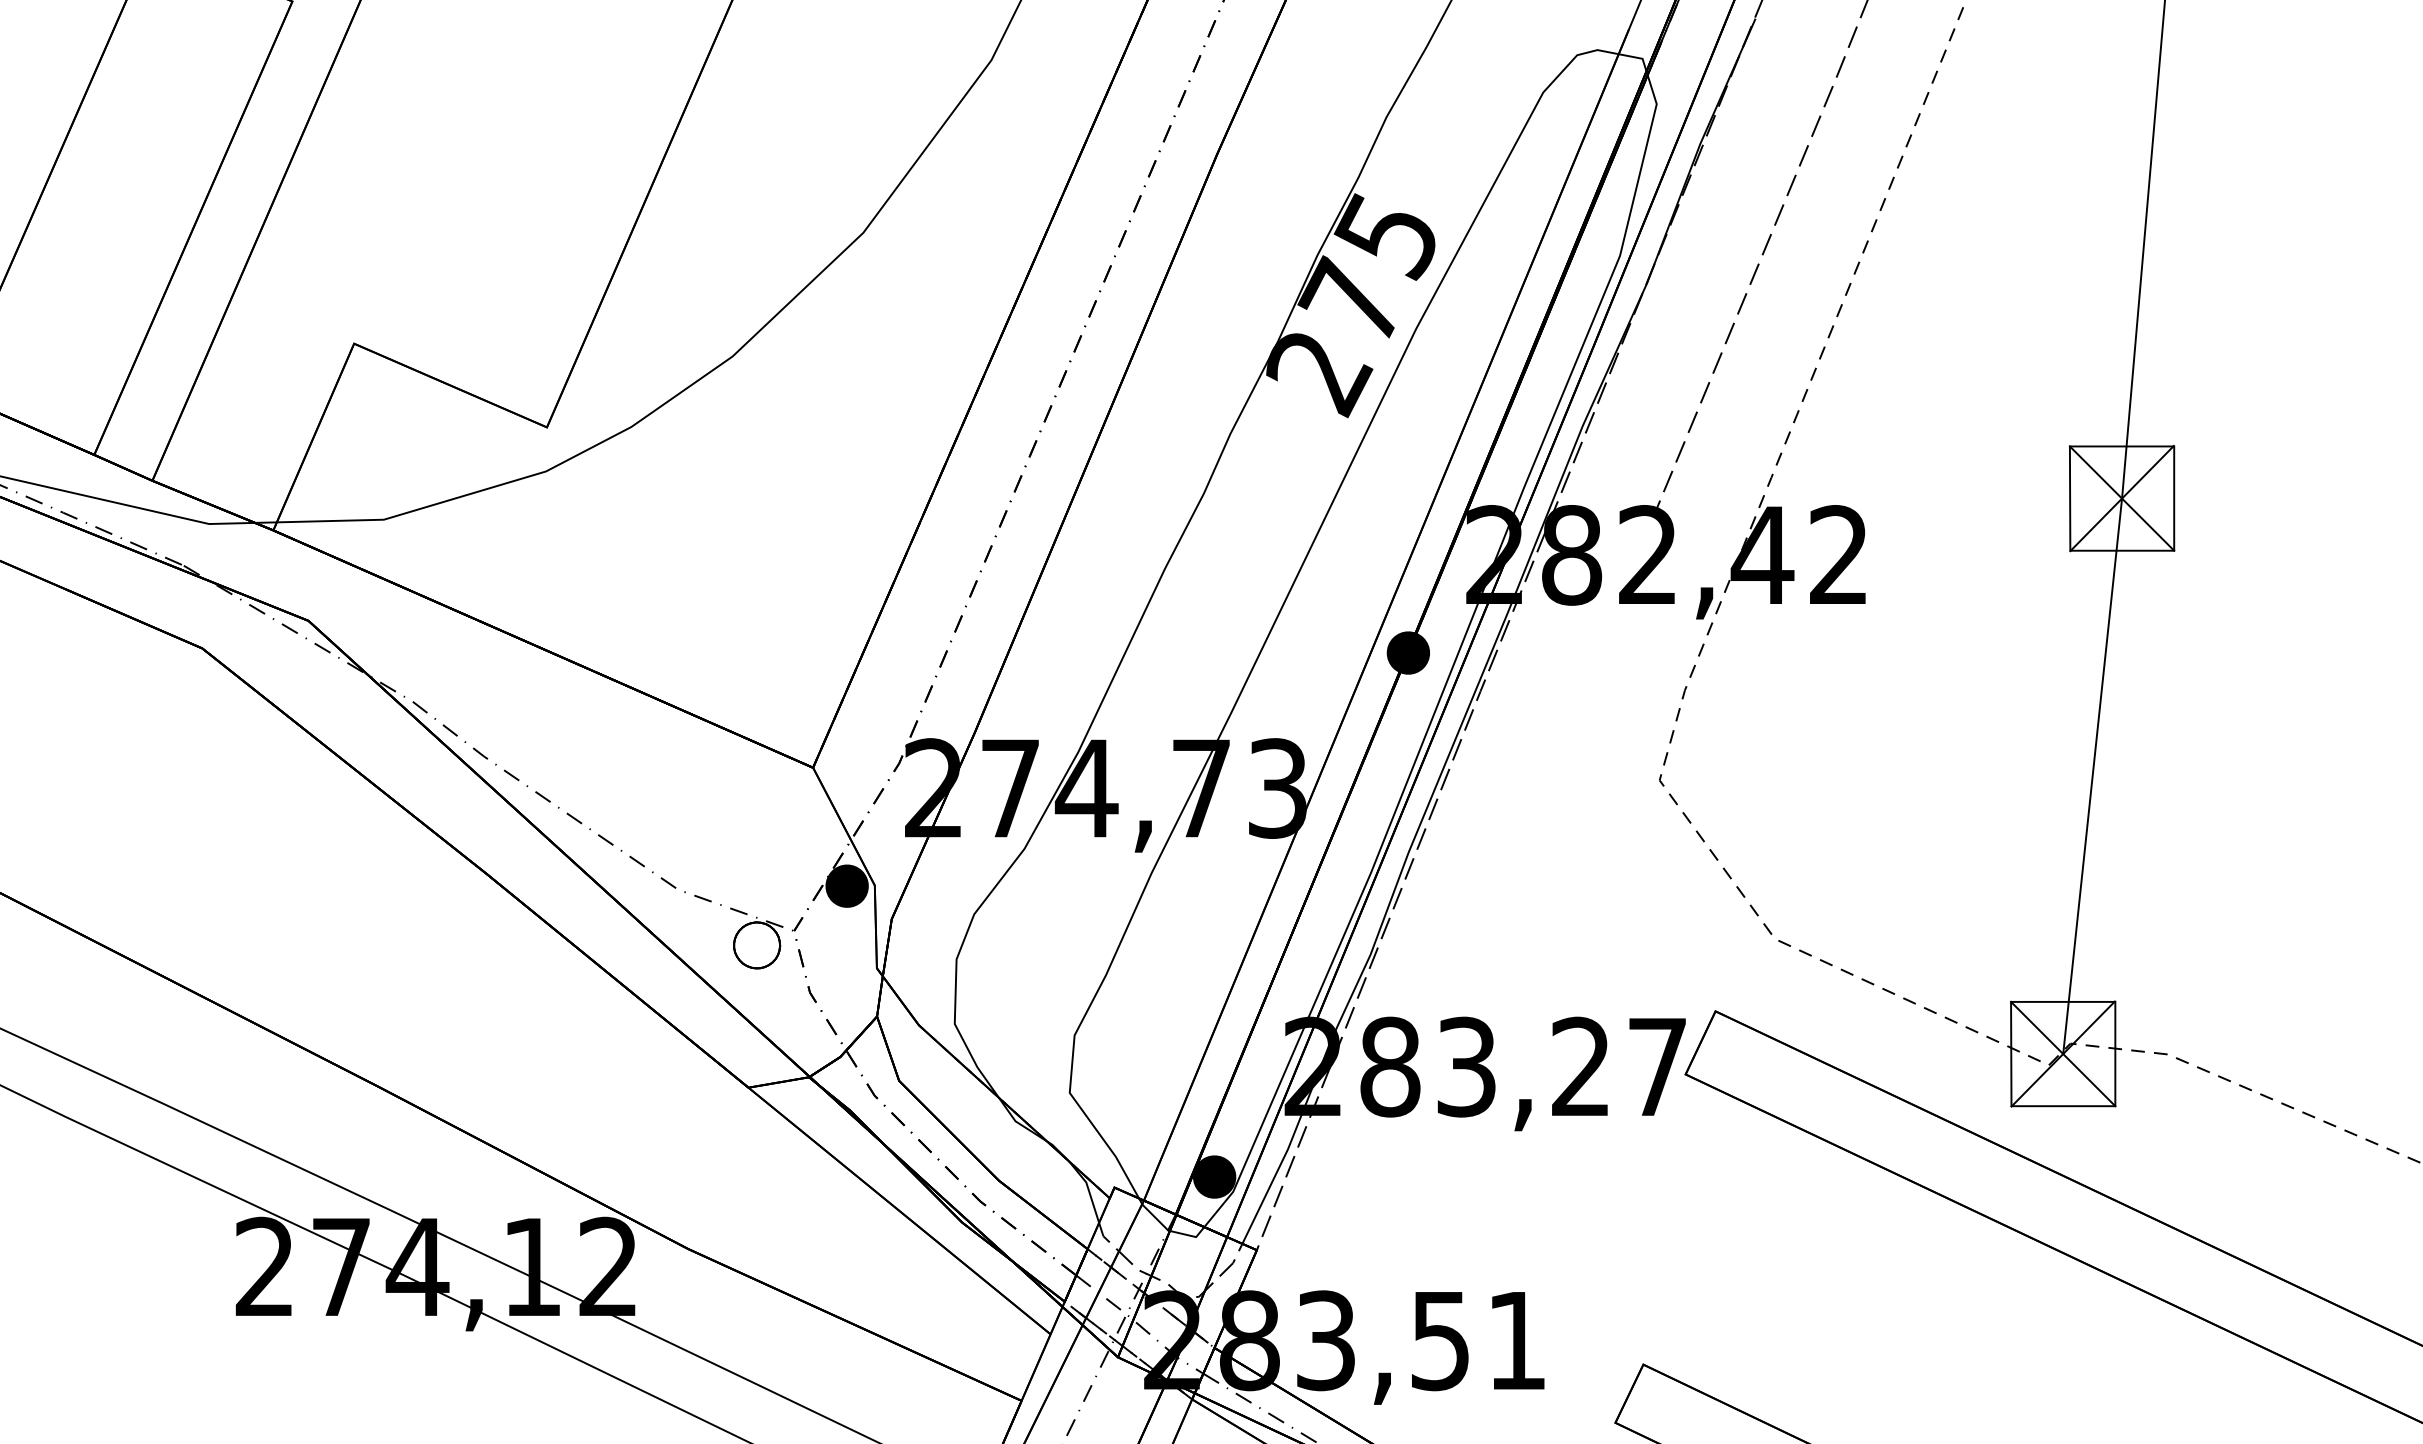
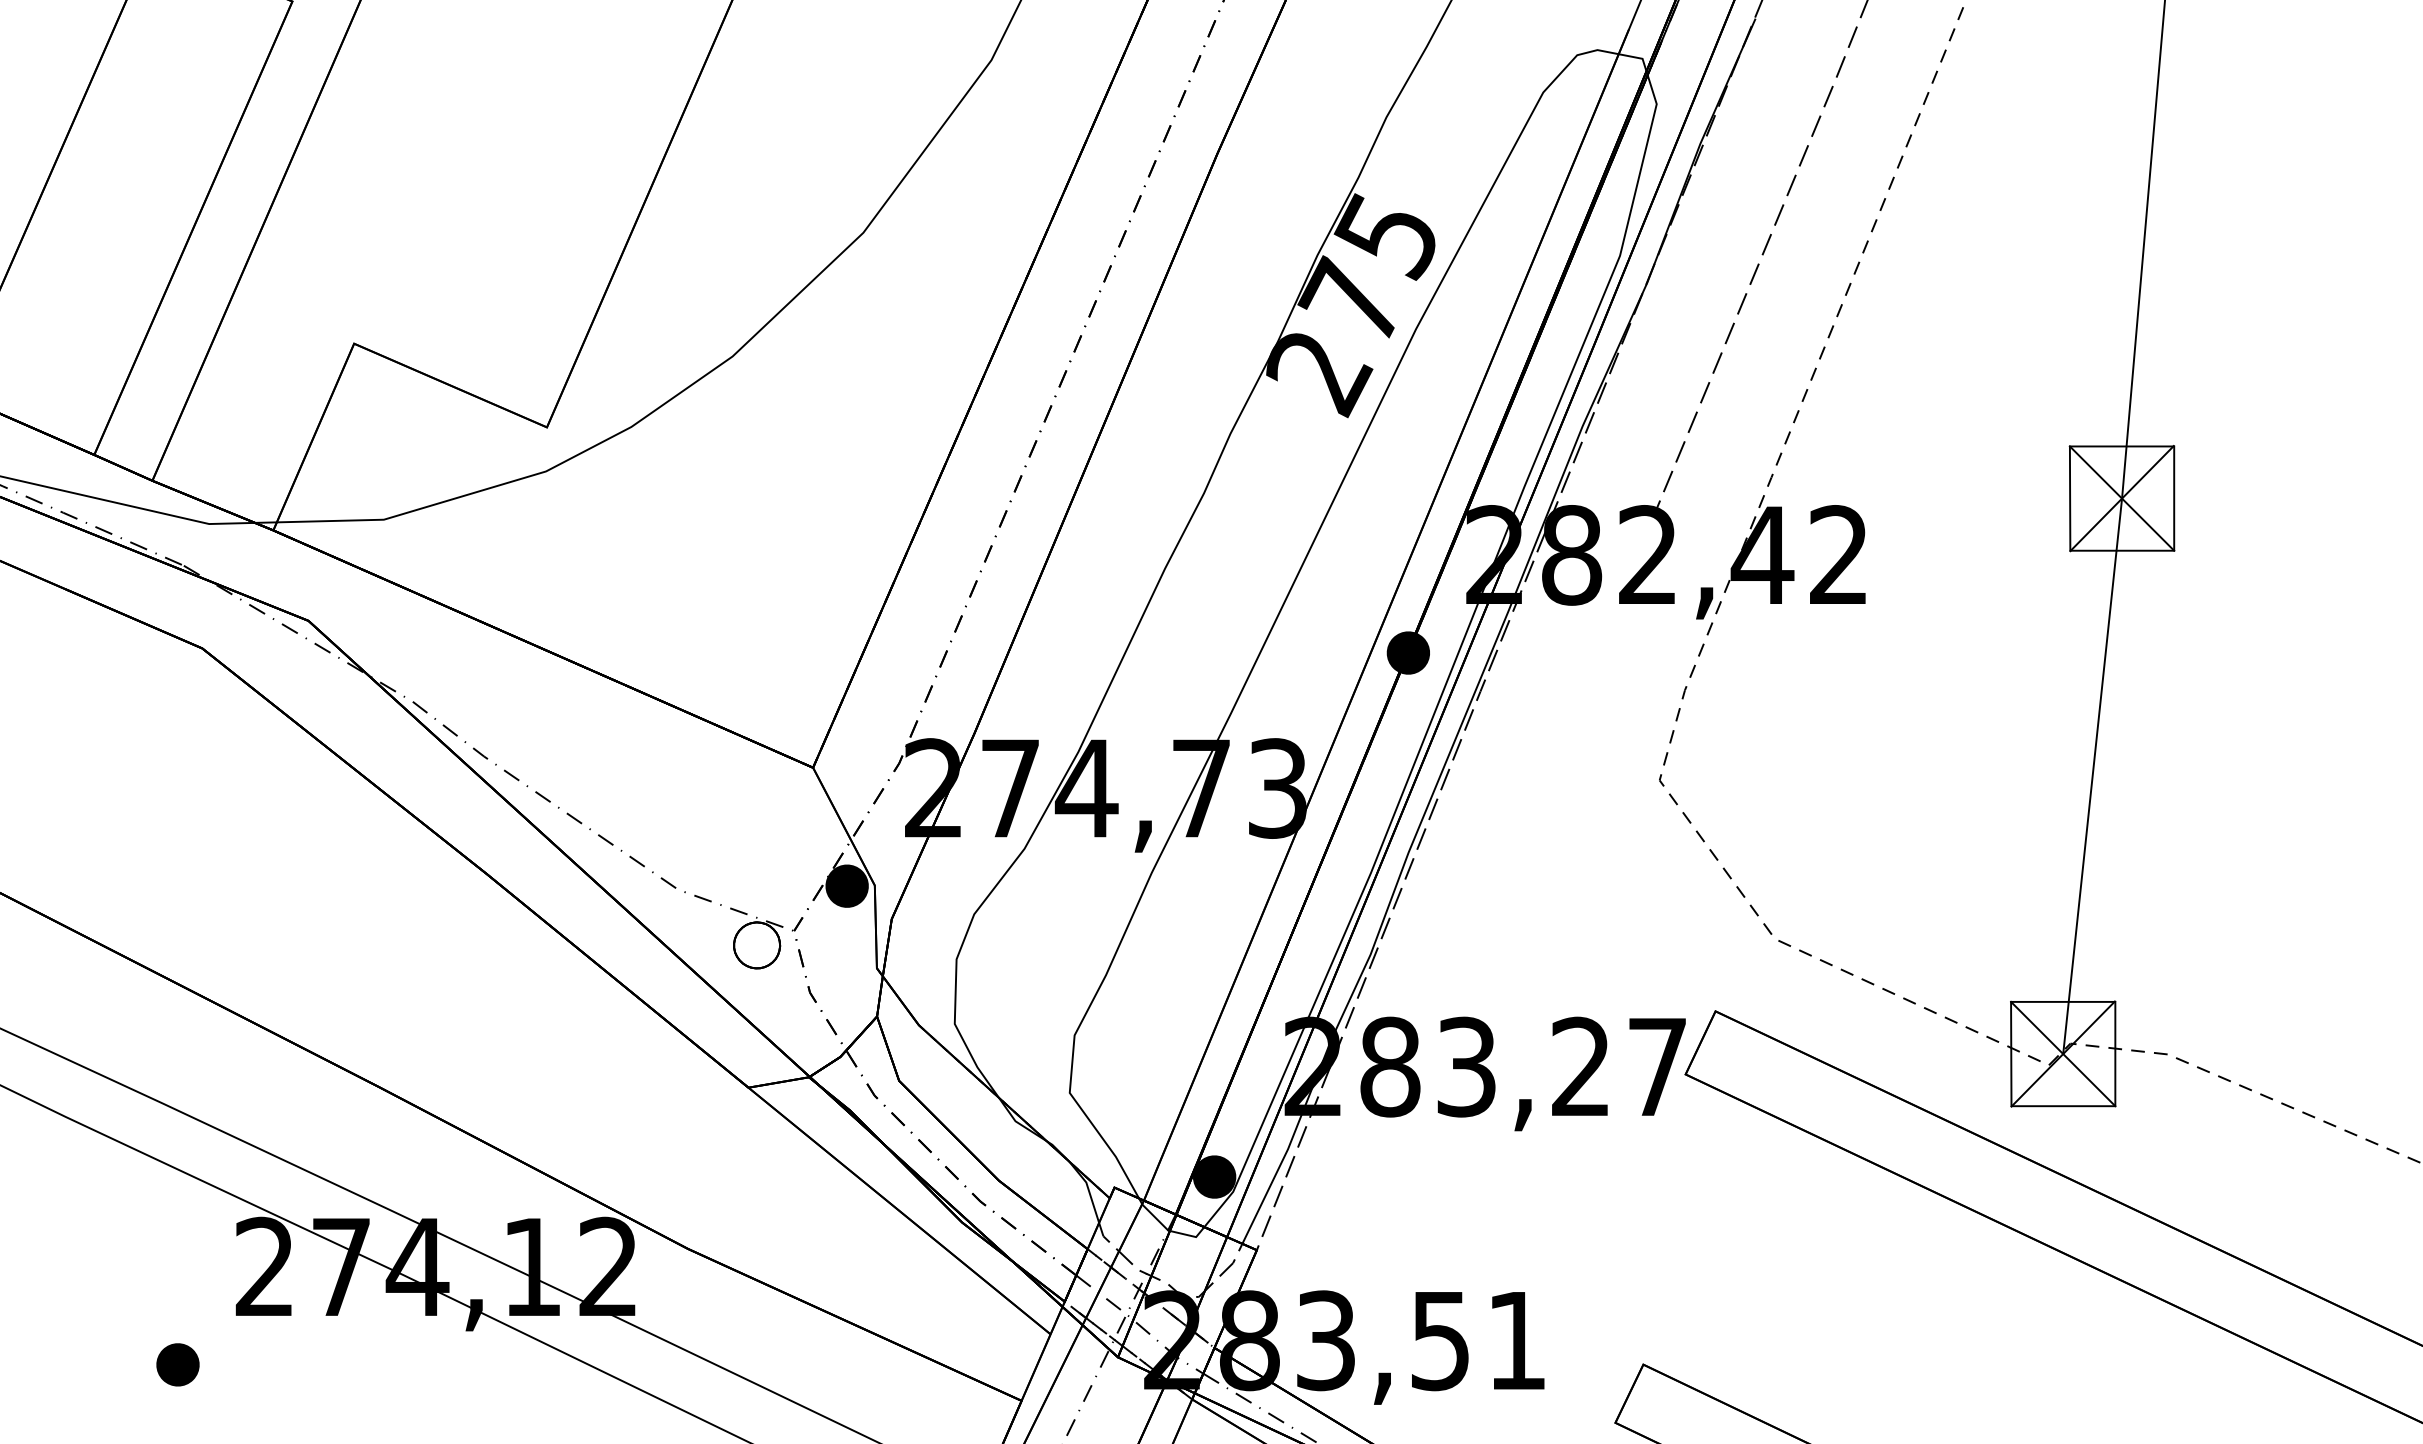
part at (177, 1364): none -> present
